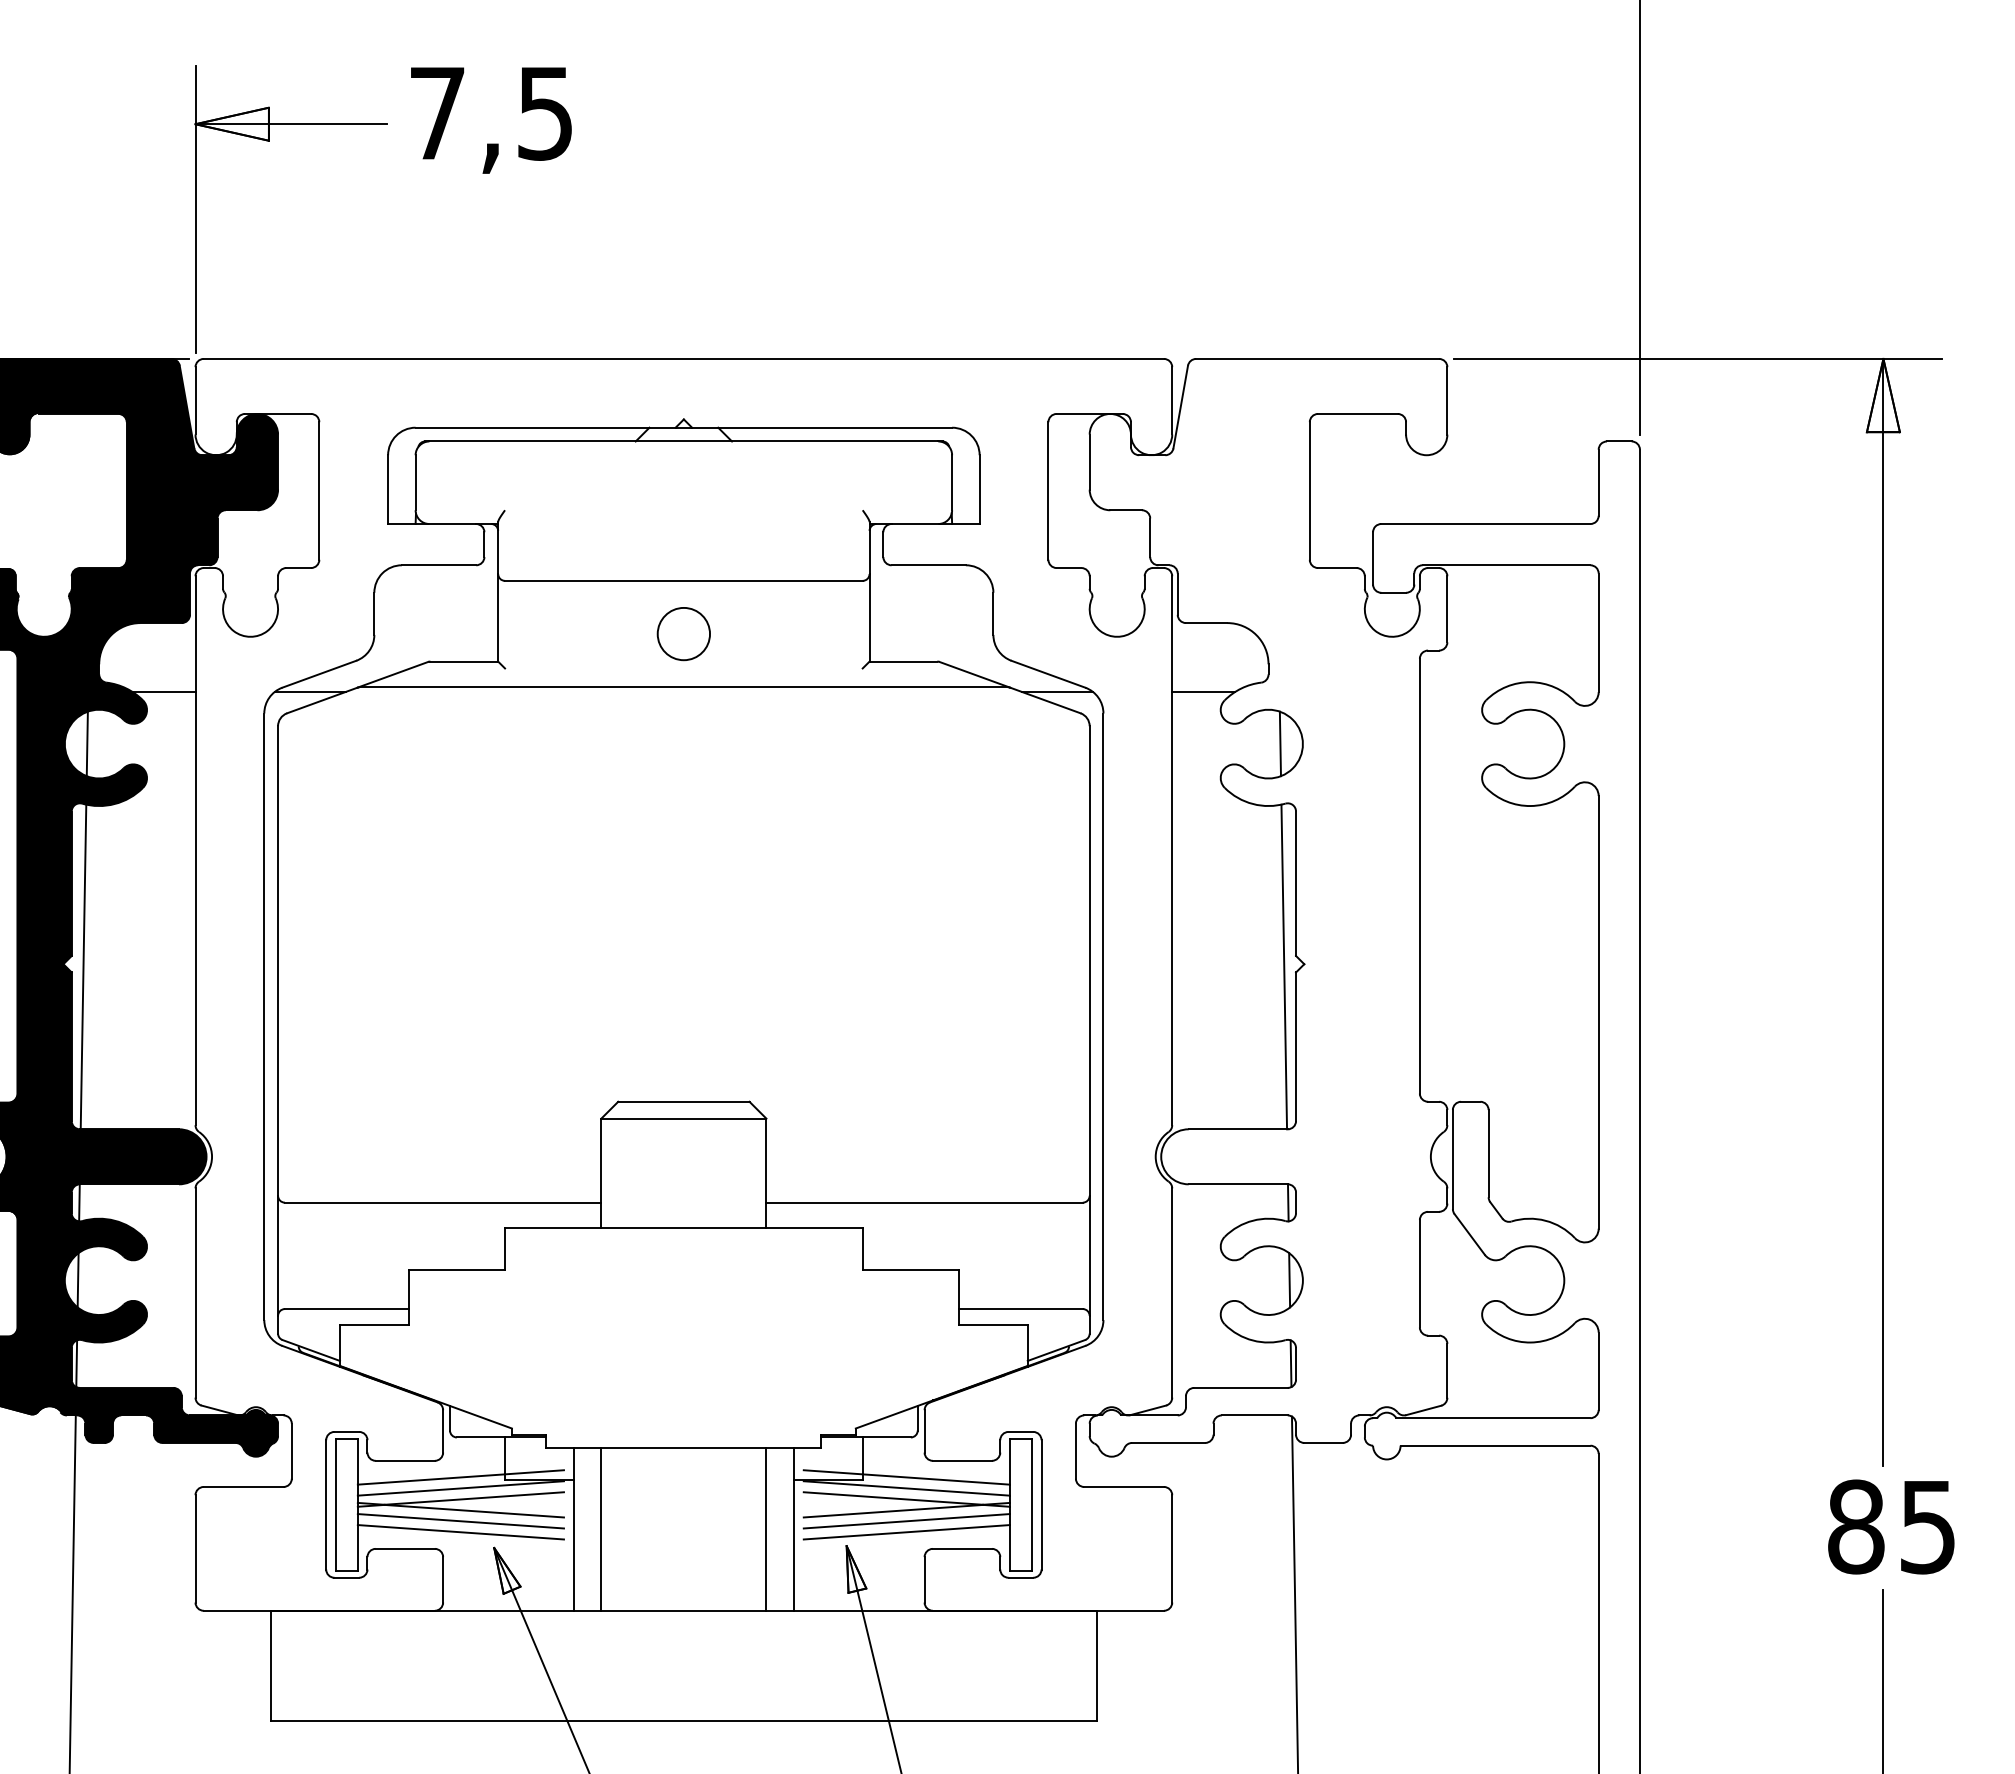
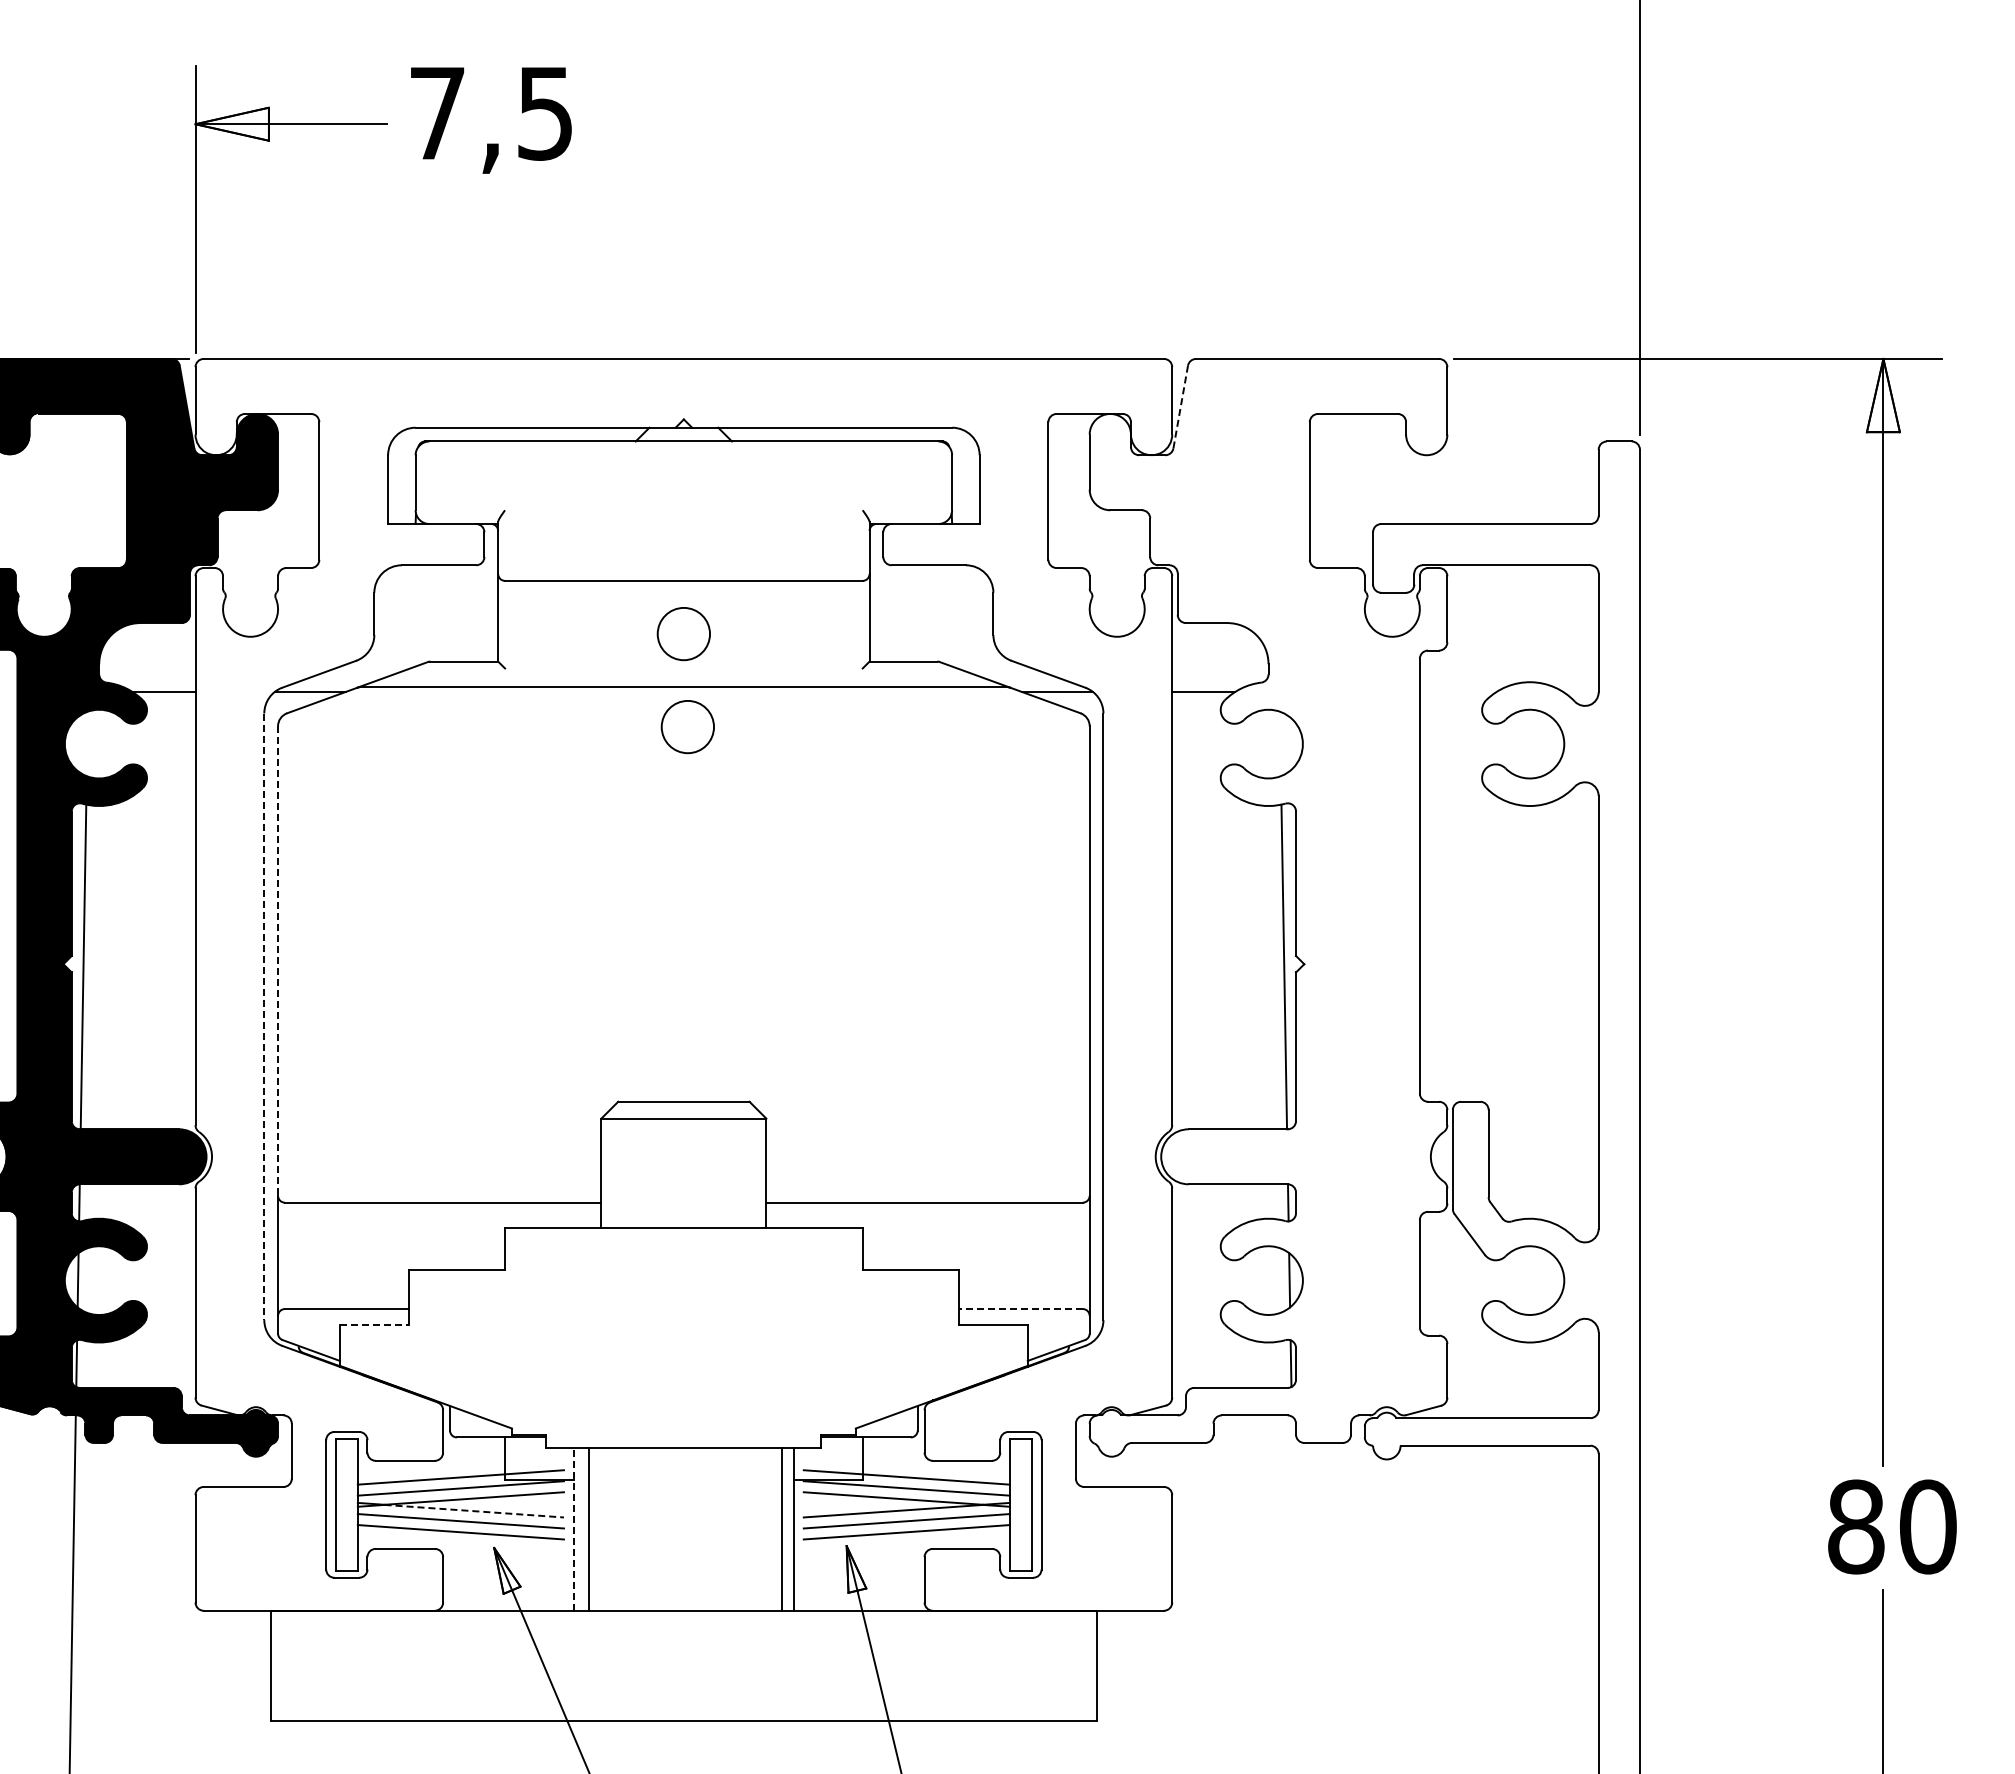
line at (1180, 407): solid -> dashed
circle at (687, 727): none -> present
line at (86, 743): present -> none
line at (1279, 743): present -> none
line at (278, 961): solid -> dashed
line at (264, 1017): solid -> dashed
line at (1020, 1309): solid -> dashed
line at (374, 1324): solid -> dashed
line at (474, 1511): solid -> dashed
text at (1927, 1526): 85 -> 80
line at (573, 1529): solid -> dashed
line at (601, 1529) position: (601, 1529) -> (589, 1529)
line at (766, 1529) position: (766, 1529) -> (782, 1529)
line at (1294, 1593): present -> none
